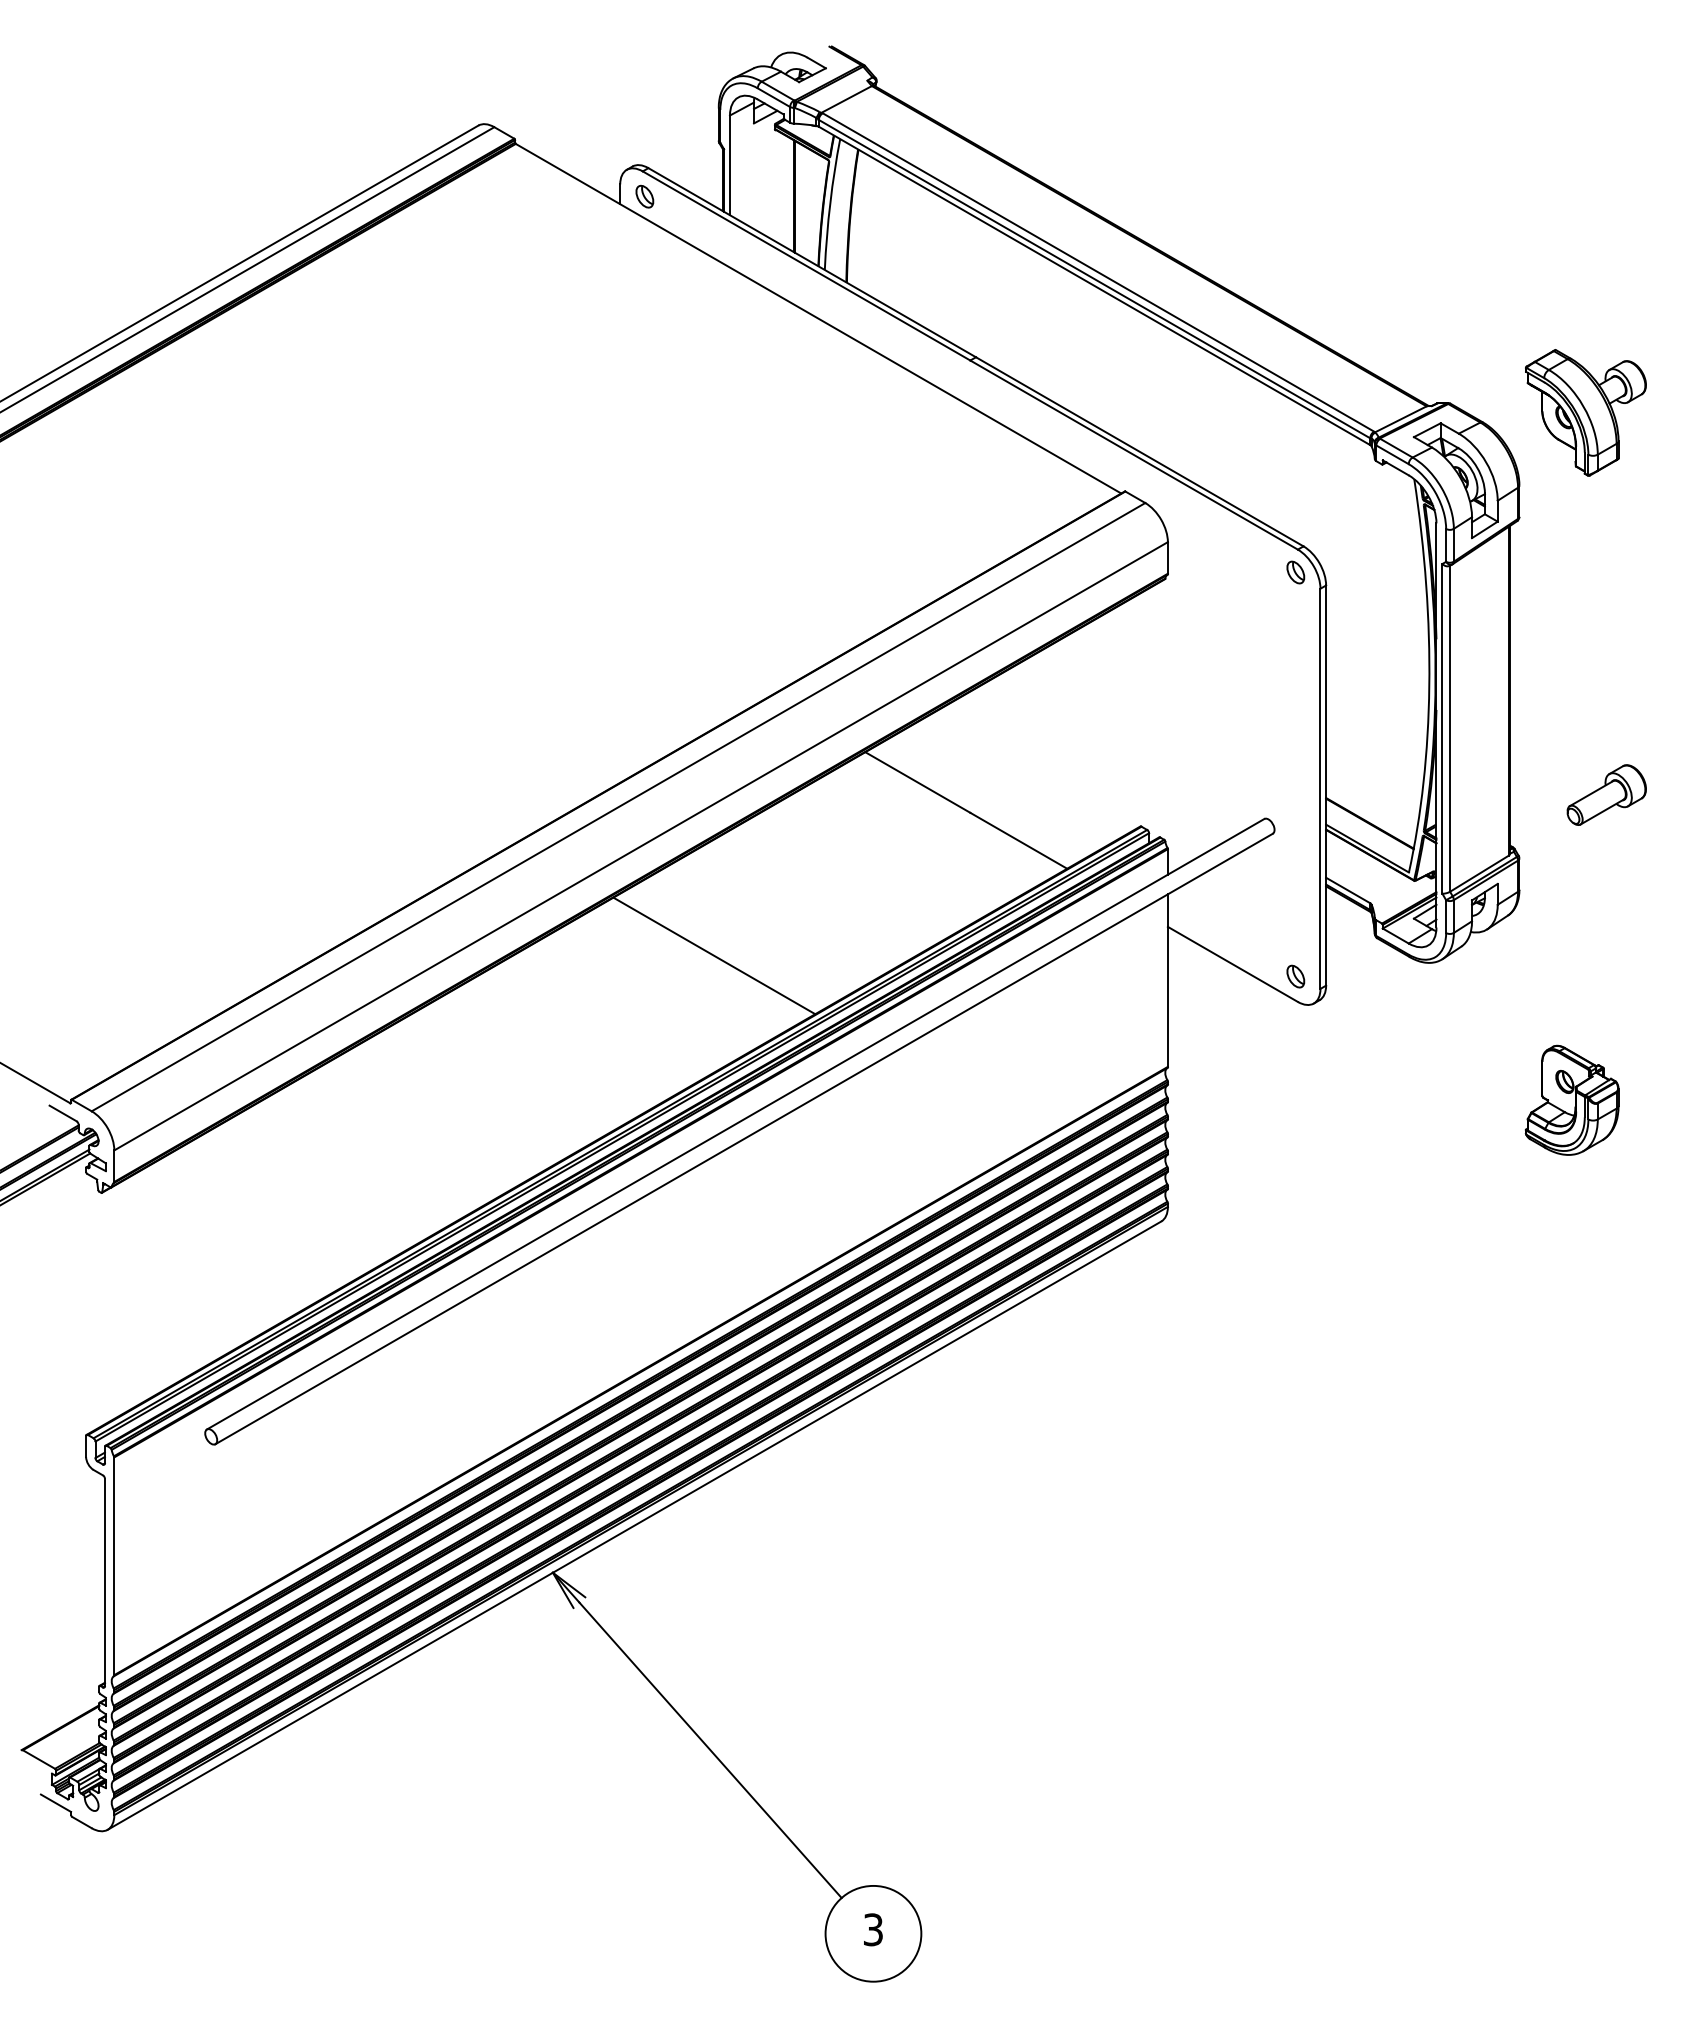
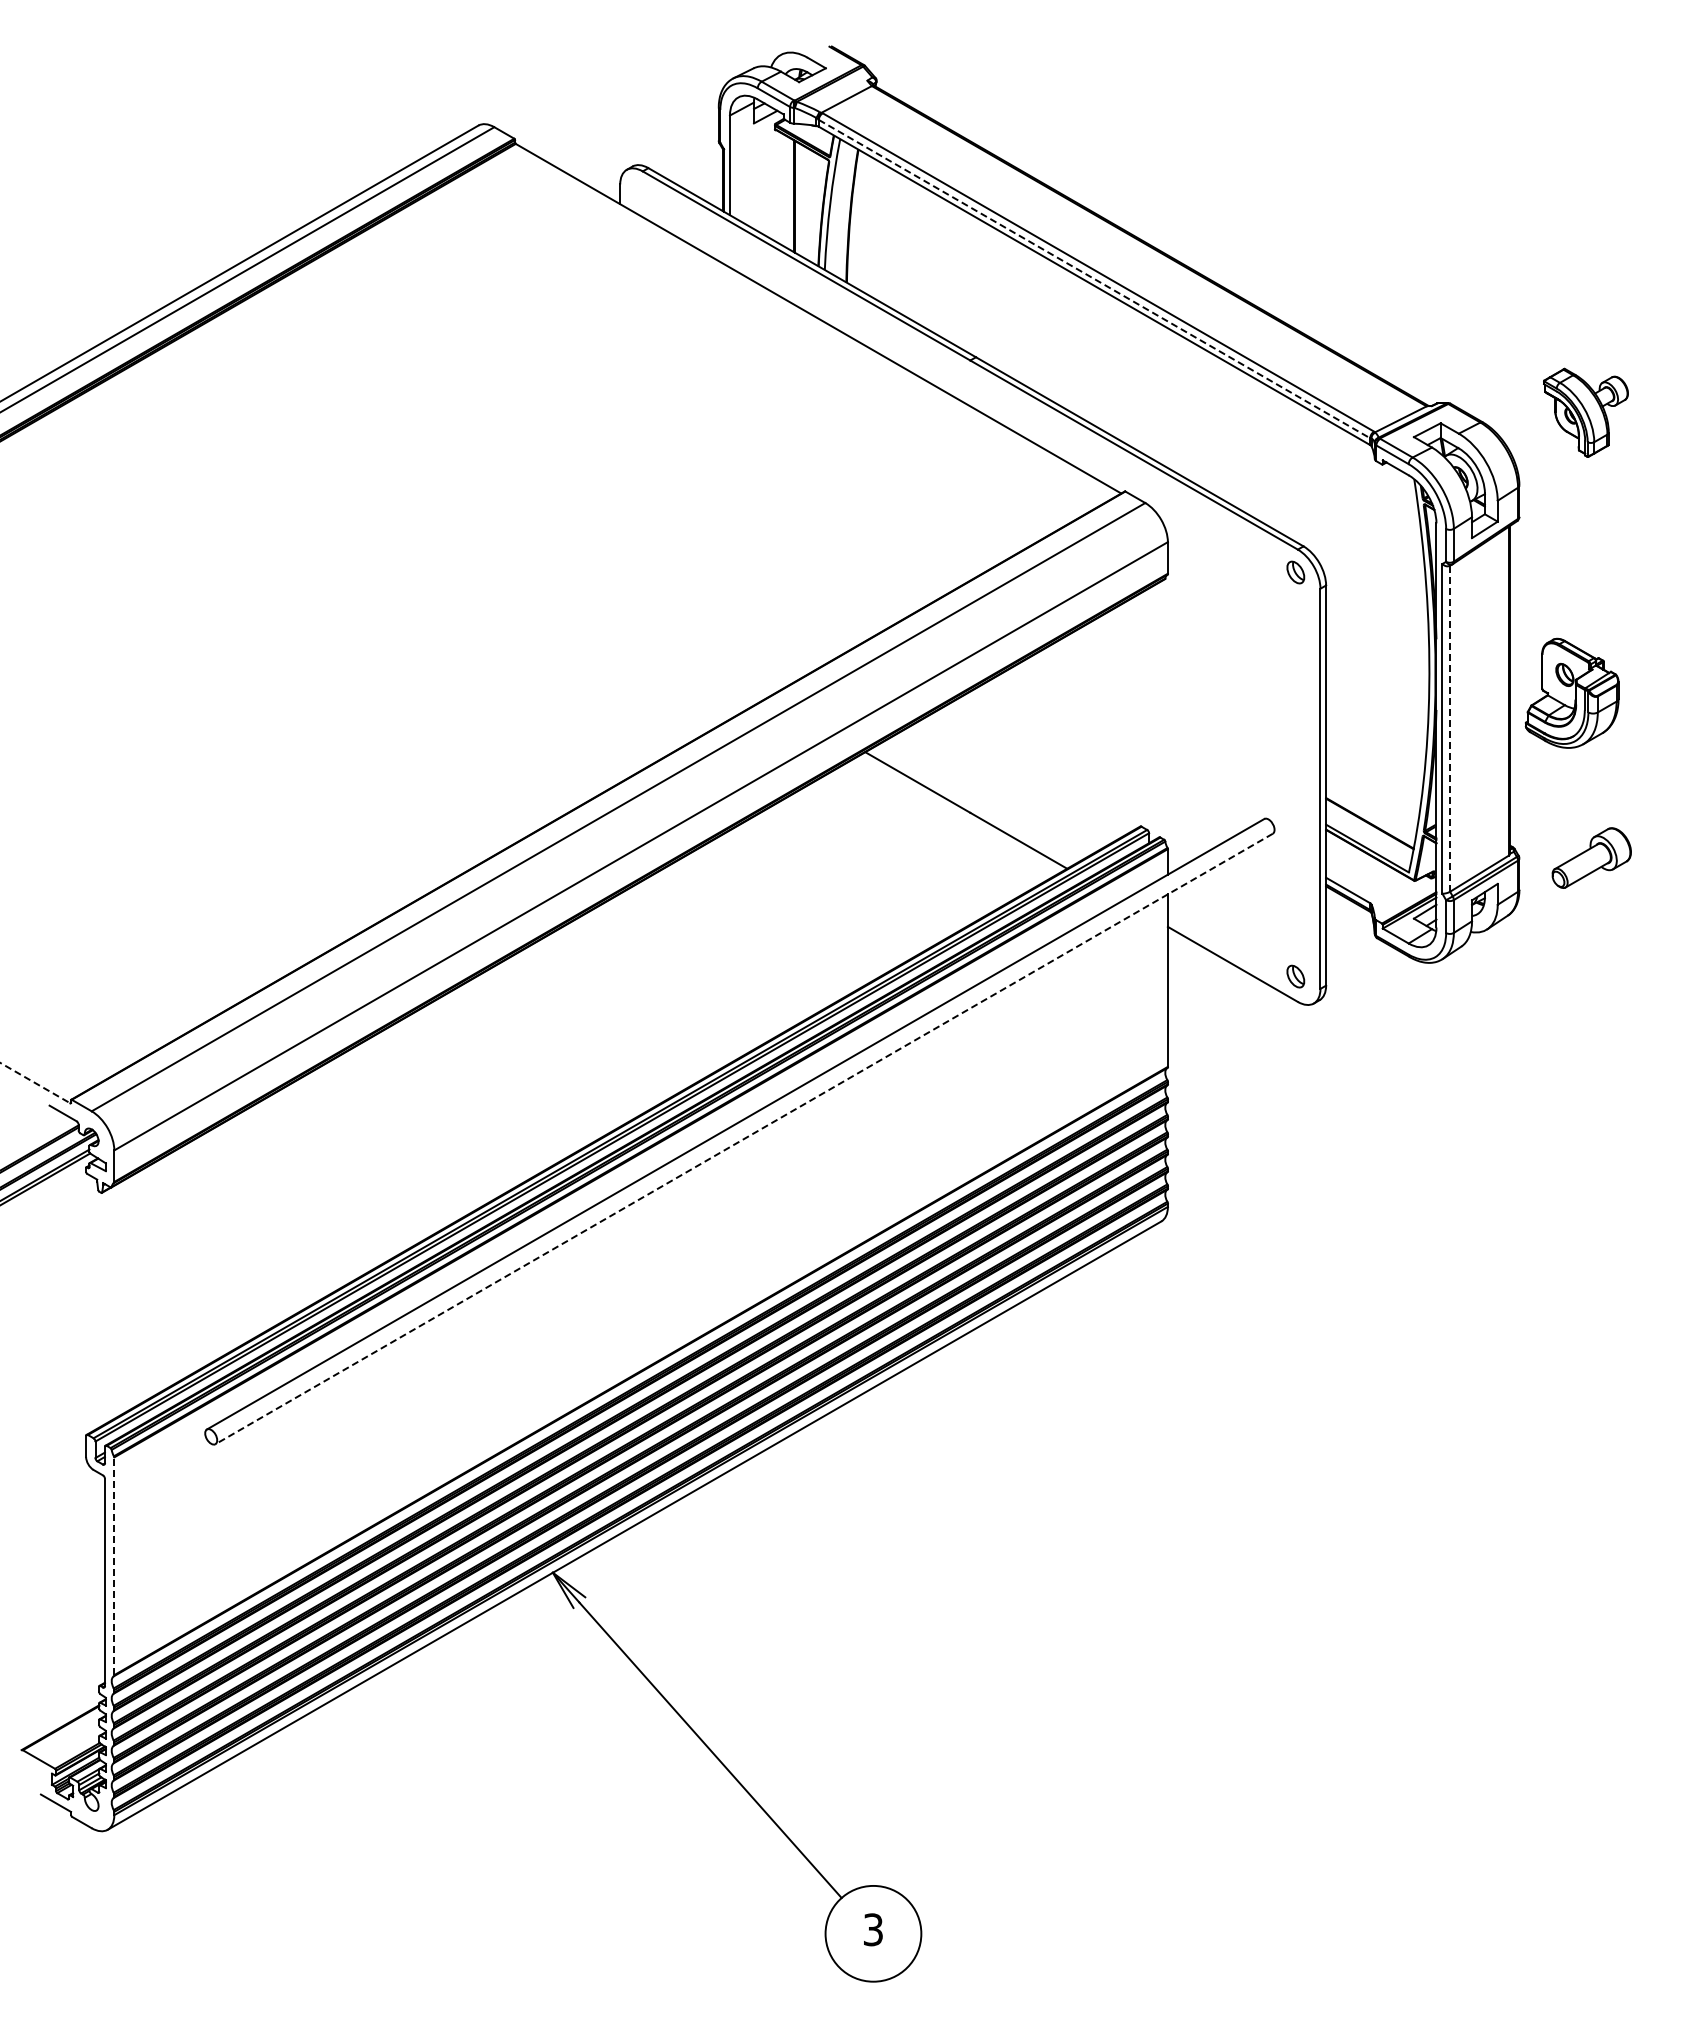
part at (644, 196): present -> none
line at (1094, 279): solid -> dashed
part at (1585, 412) size: 122x128 px -> 86x91 px
line at (1450, 728): solid -> dashed
part at (1606, 794) position: (1606, 794) -> (1591, 857)
line at (714, 955): present -> none
line at (35, 1083): solid -> dashed
part at (1571, 1099) position: (1571, 1099) -> (1571, 692)
line at (743, 1139): solid -> dashed
line at (114, 1566): solid -> dashed
